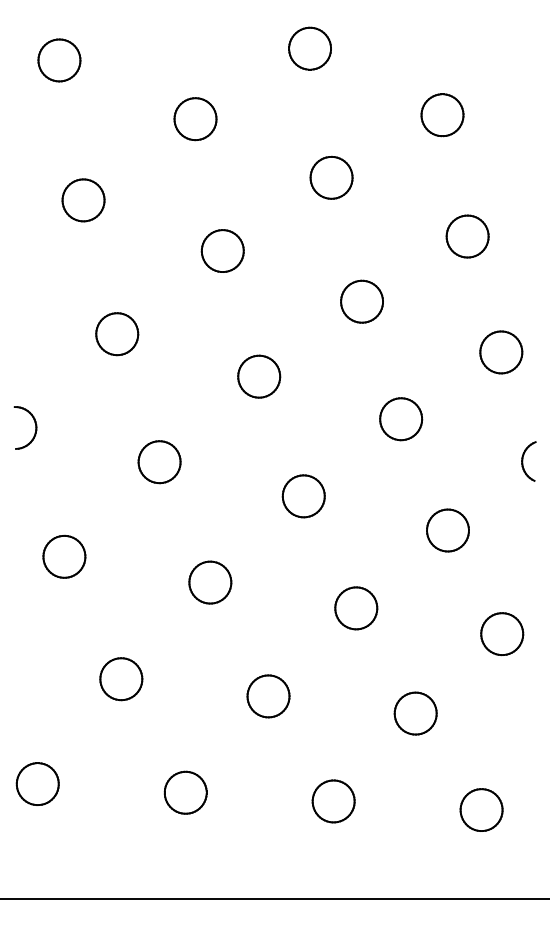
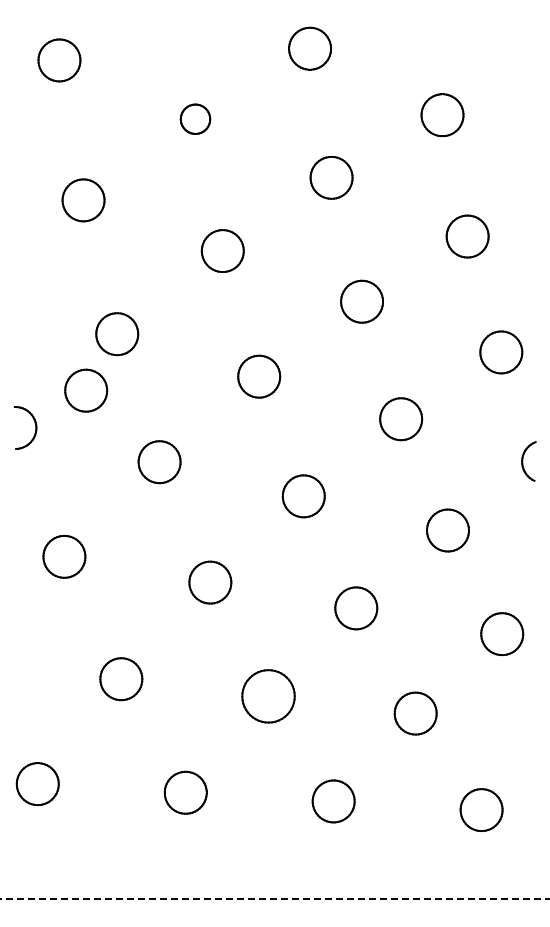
part at (195, 119) size: 45x45 px -> 33x32 px
part at (86, 390): none -> present
part at (268, 696) size: 45x45 px -> 55x55 px
line at (275, 899): solid -> dashed
